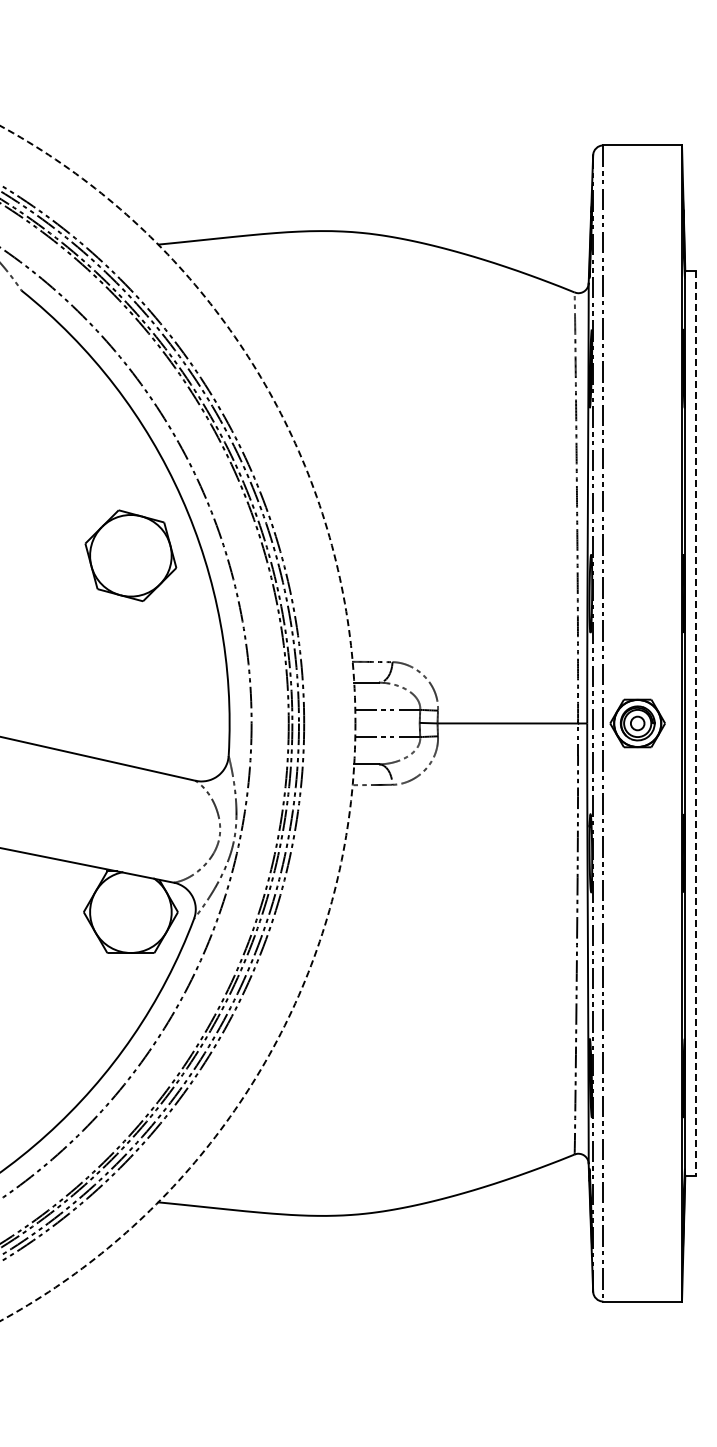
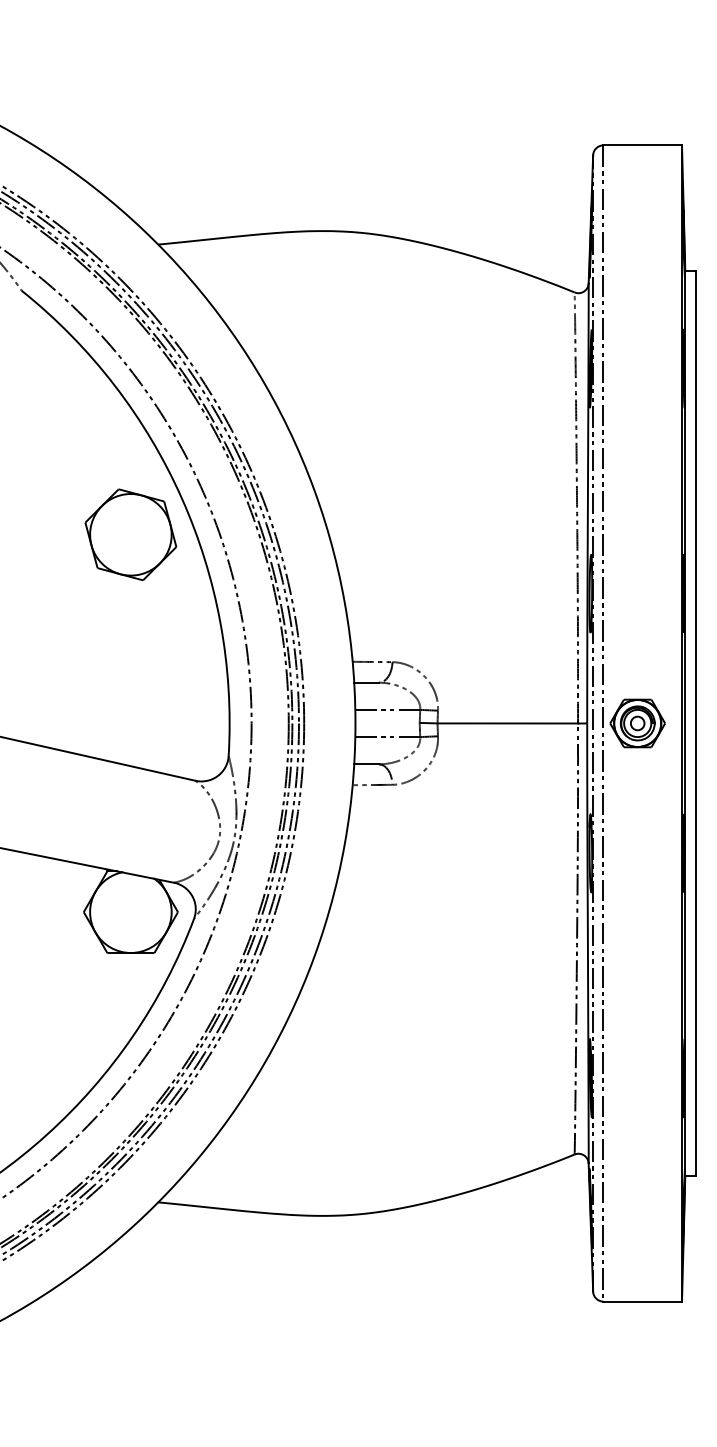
part at (130, 555) position: (130, 555) -> (130, 534)
circle at (177, 723): dashed -> solid
line at (695, 724): dashed -> solid
